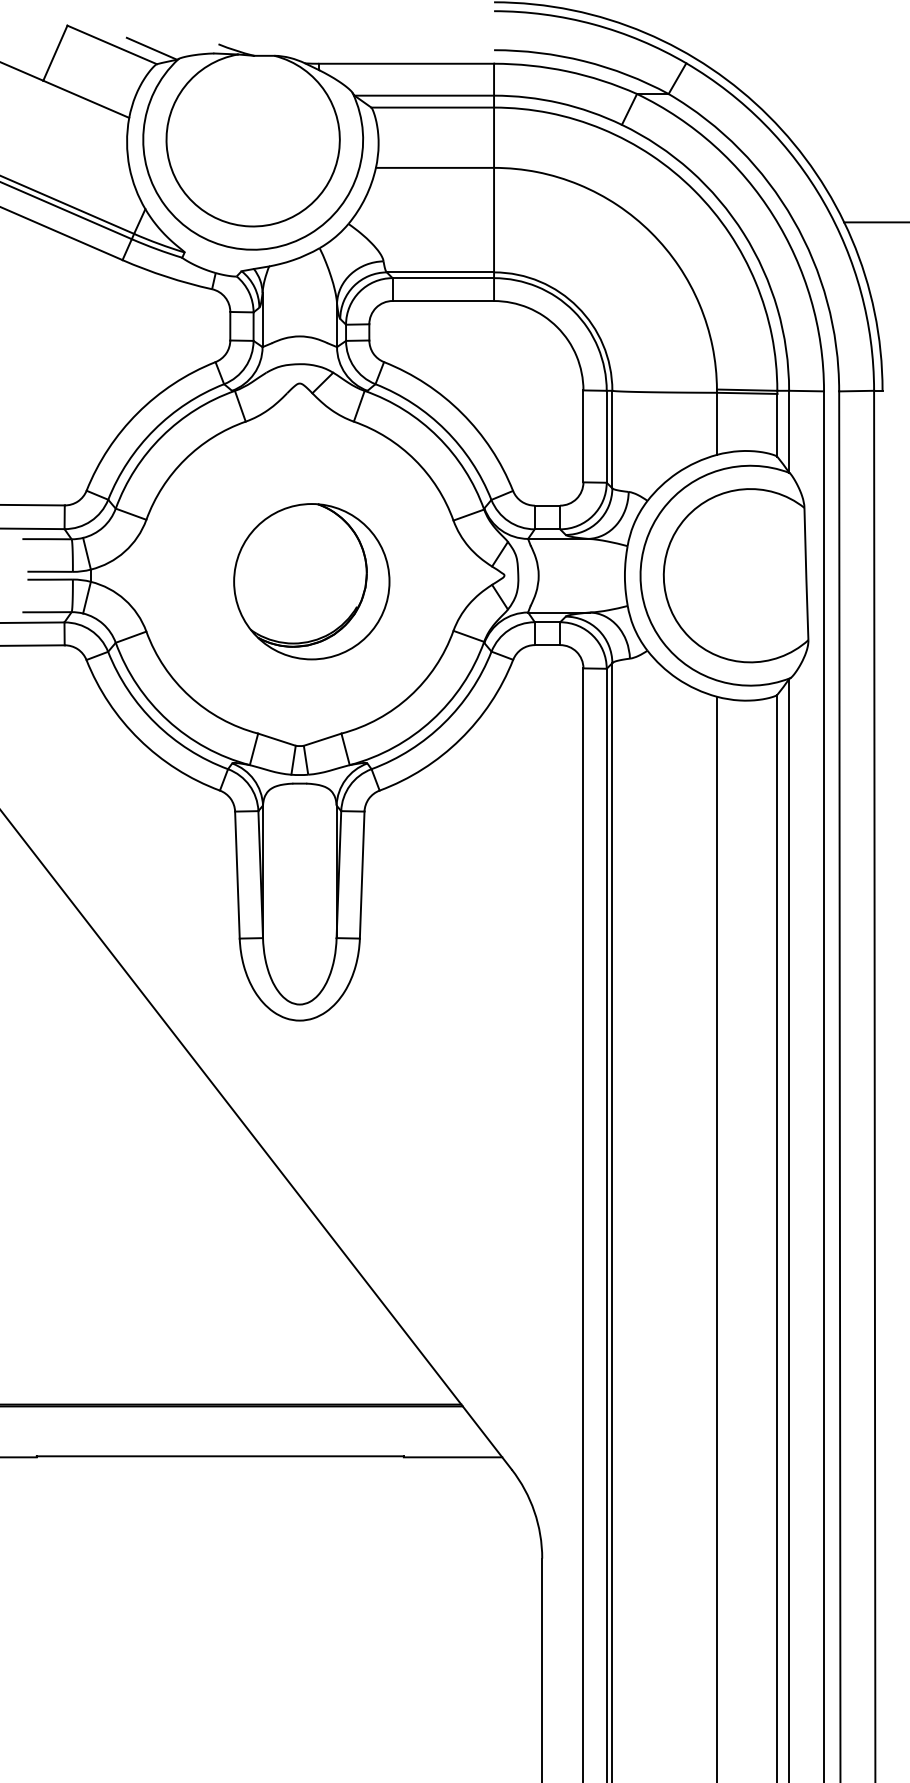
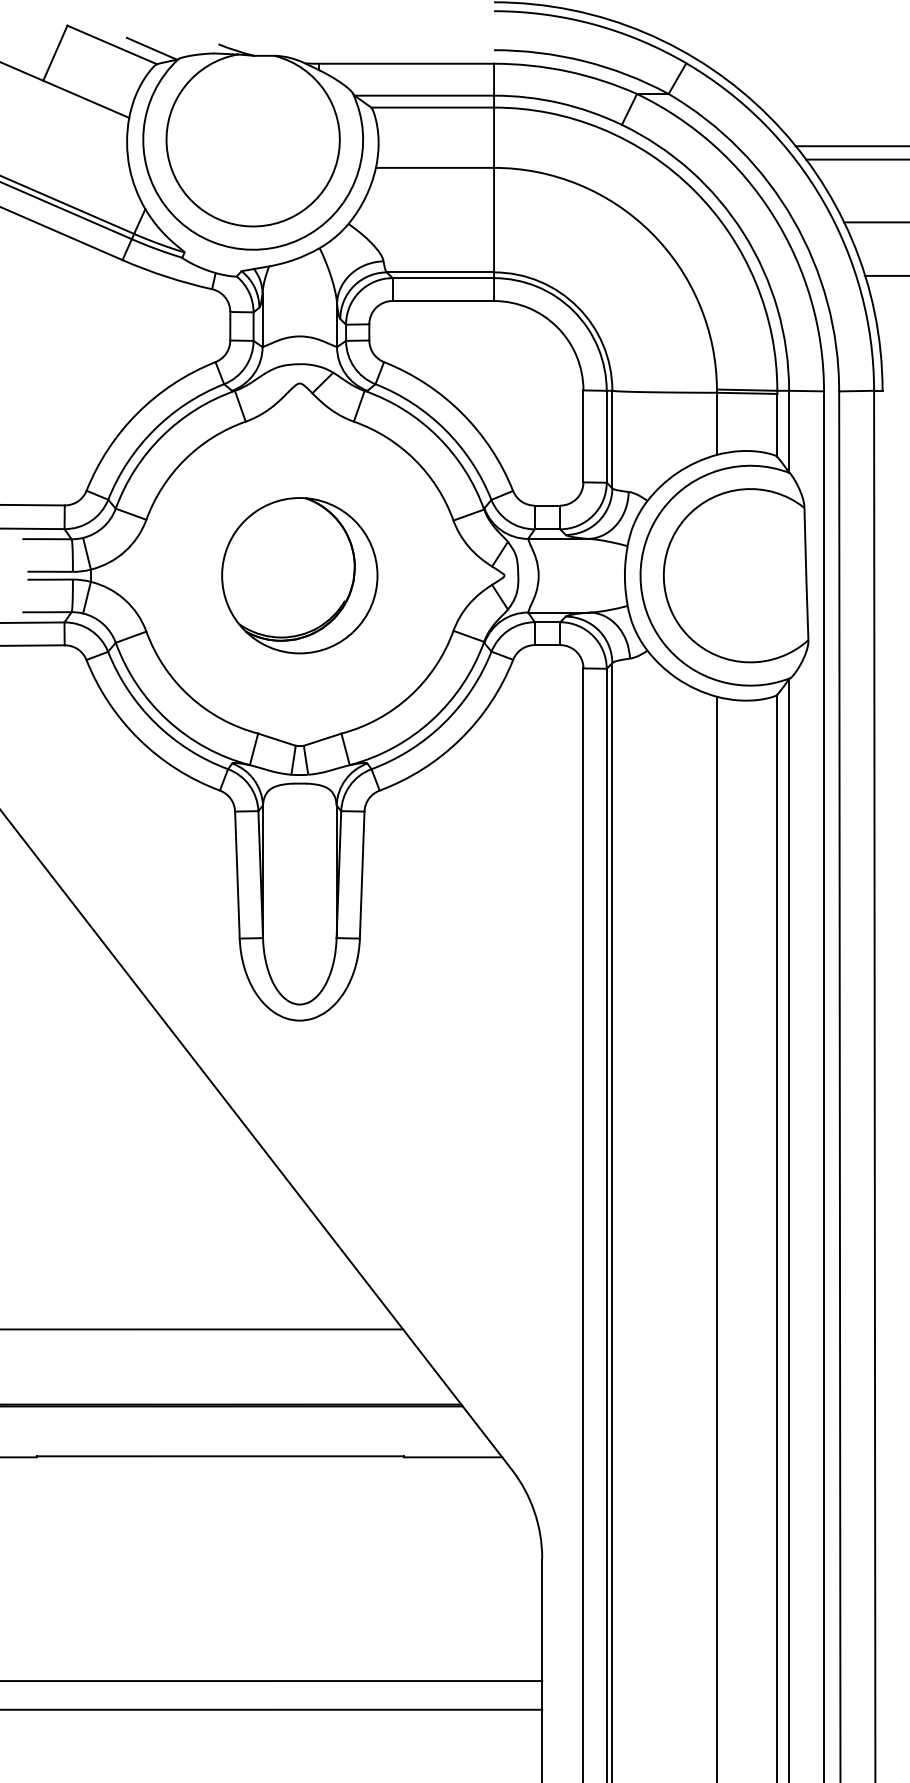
line at (850, 146): none -> present
line at (855, 159): none -> present
line at (885, 275): none -> present
part at (311, 581) position: (311, 581) -> (299, 575)
line at (202, 1329): none -> present
line at (272, 1681): none -> present
line at (272, 1709): none -> present
